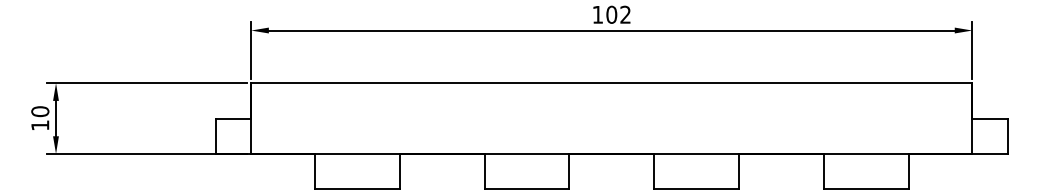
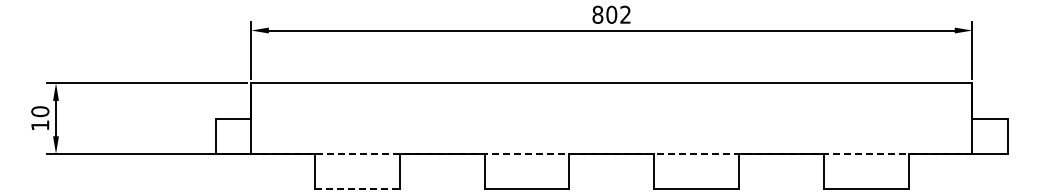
text at (597, 14): 102 -> 802
line at (611, 153): solid -> dashed
line at (357, 189): solid -> dashed
